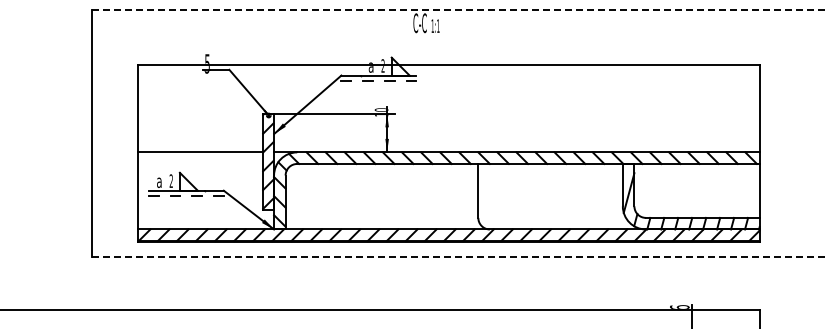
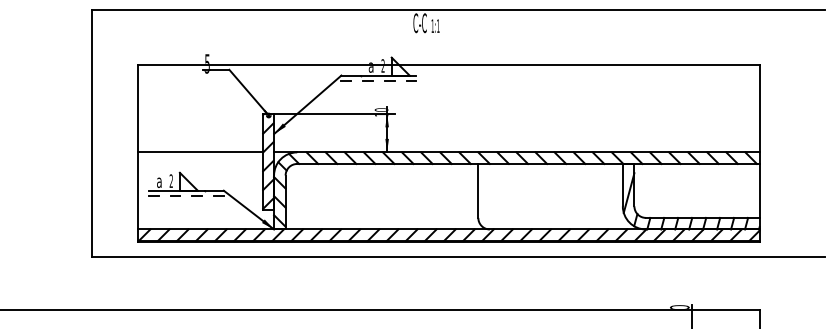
line at (458, 9): dashed -> solid
line at (458, 257): dashed -> solid
text at (679, 306): 6 -> 0
